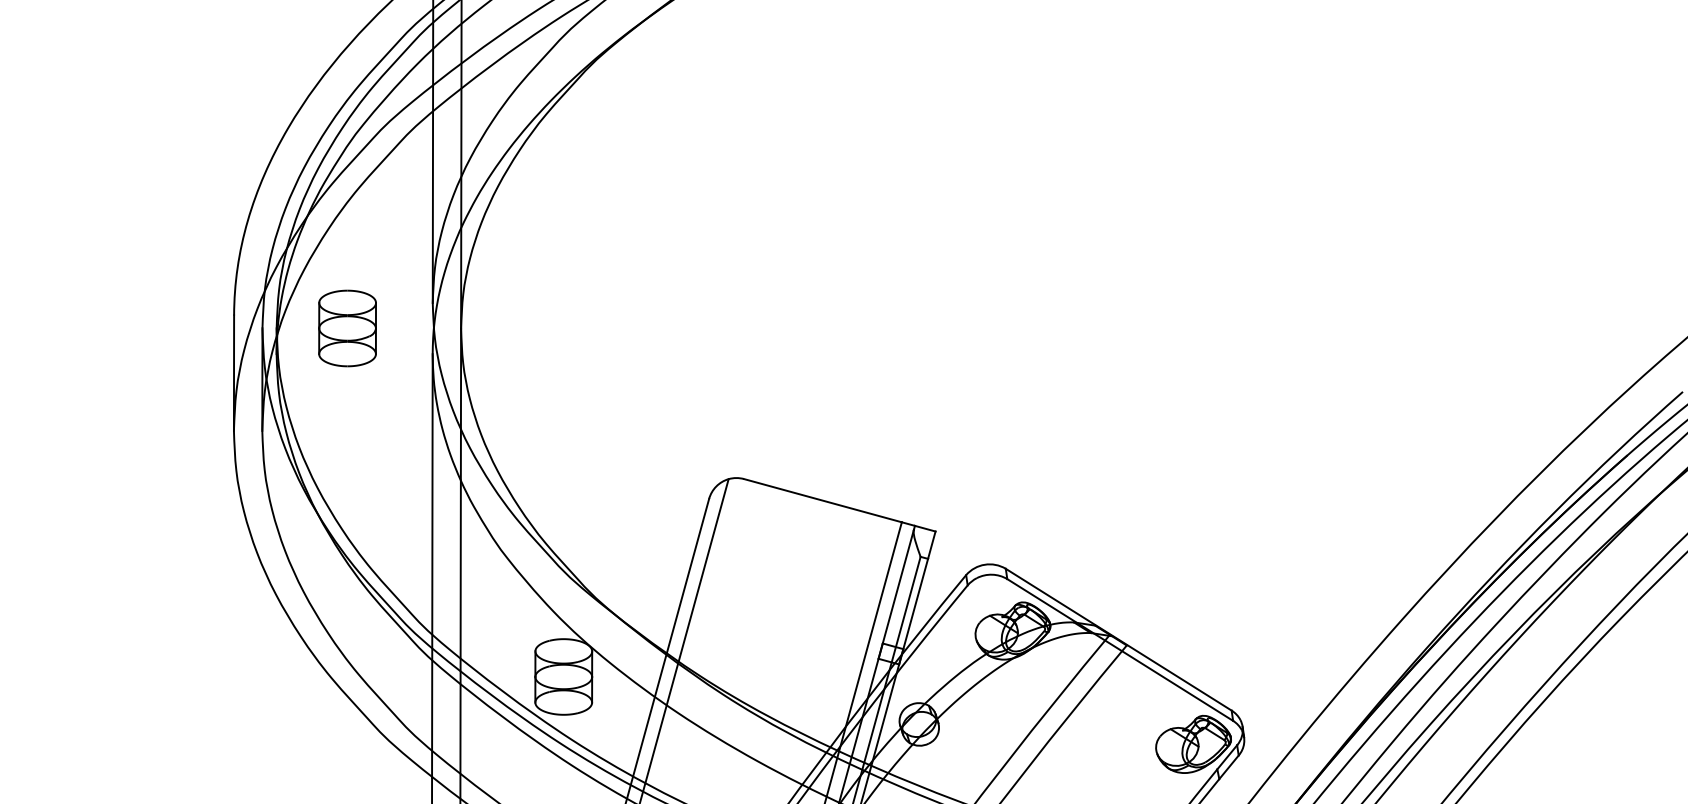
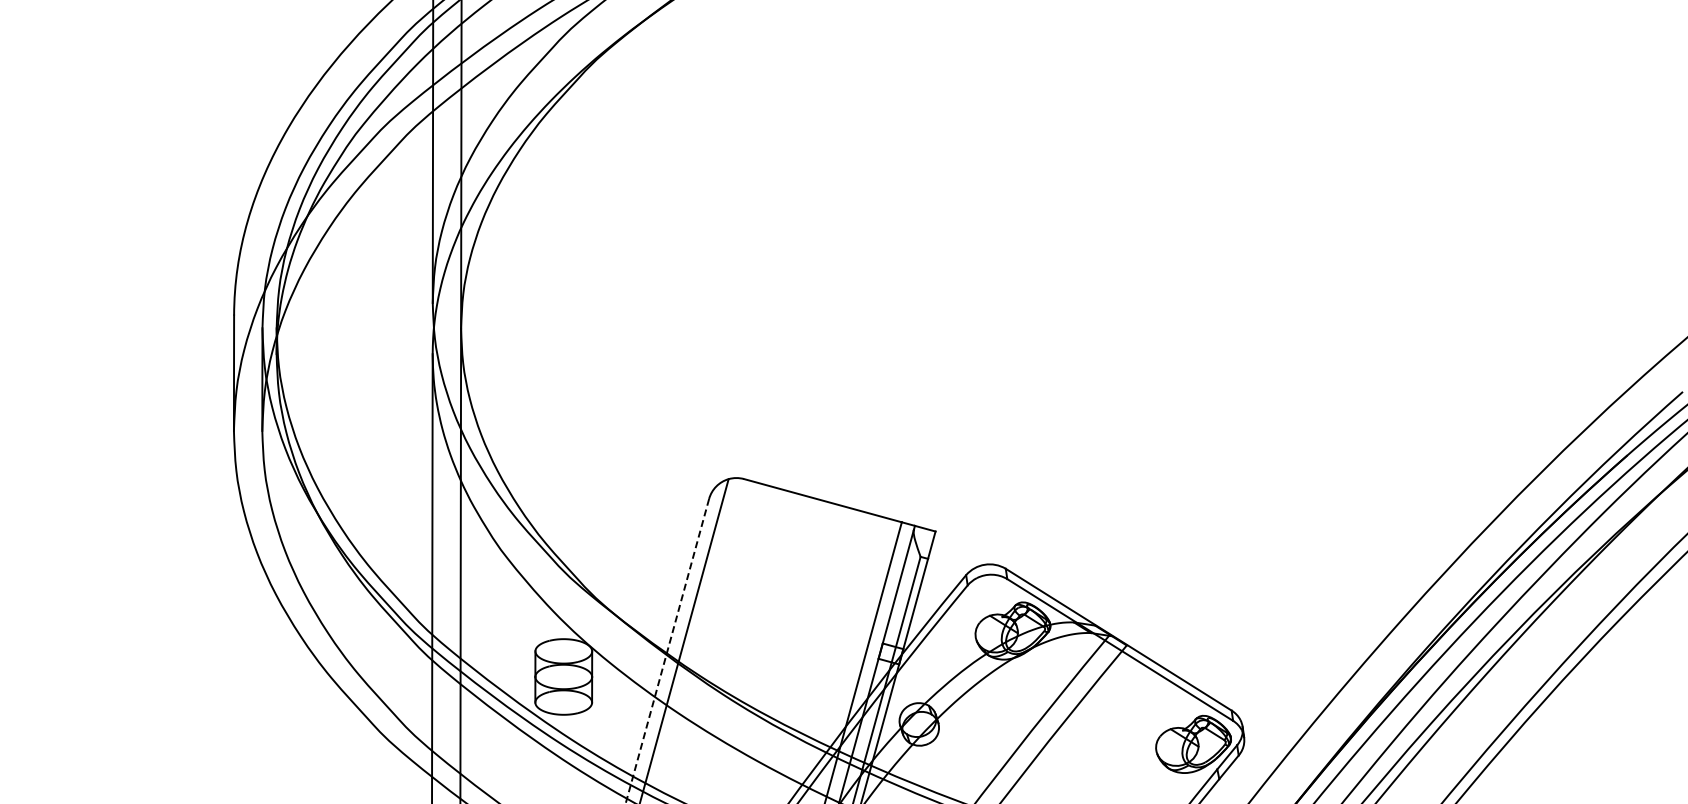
part at (347, 328): present -> none
line at (667, 651): solid -> dashed
